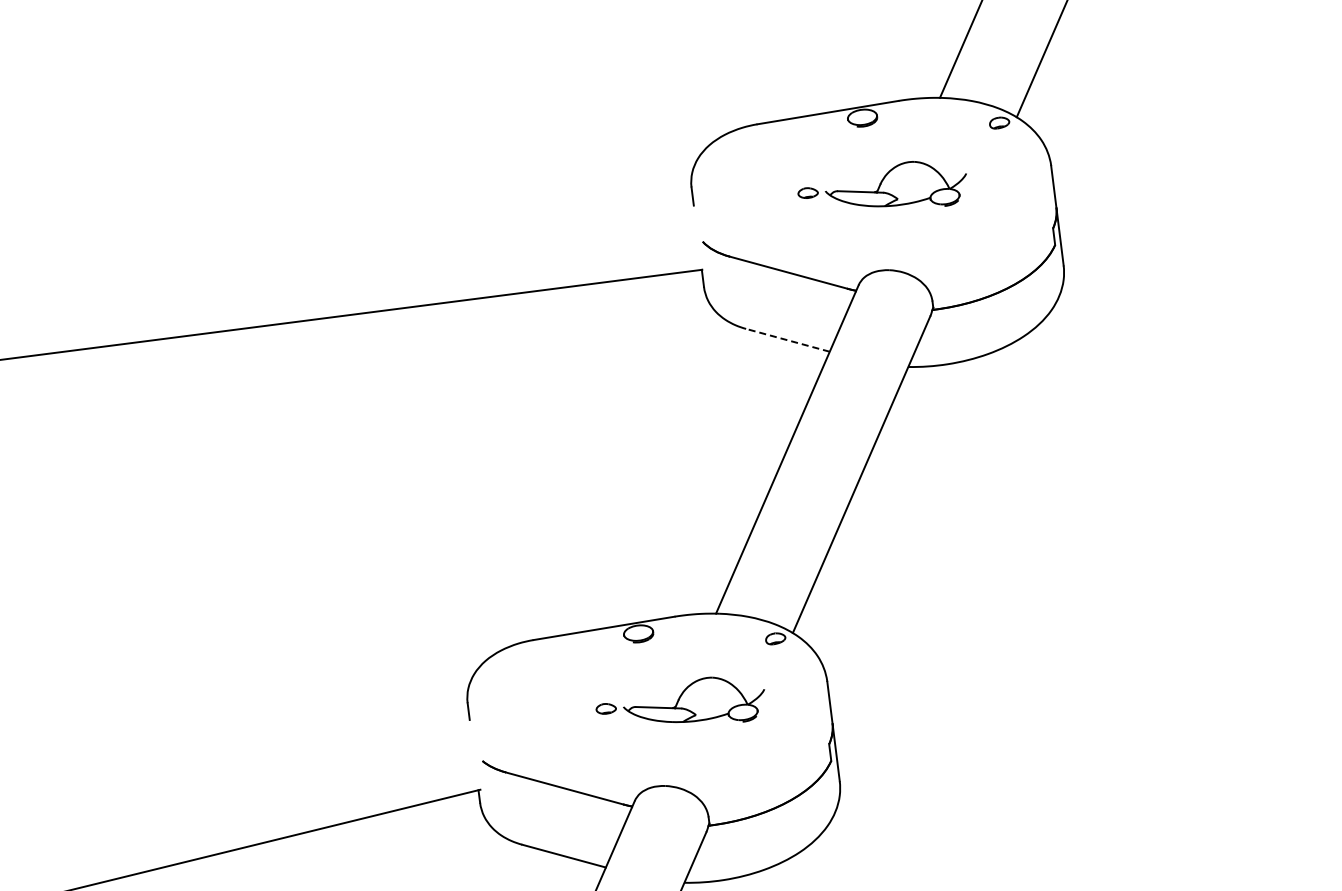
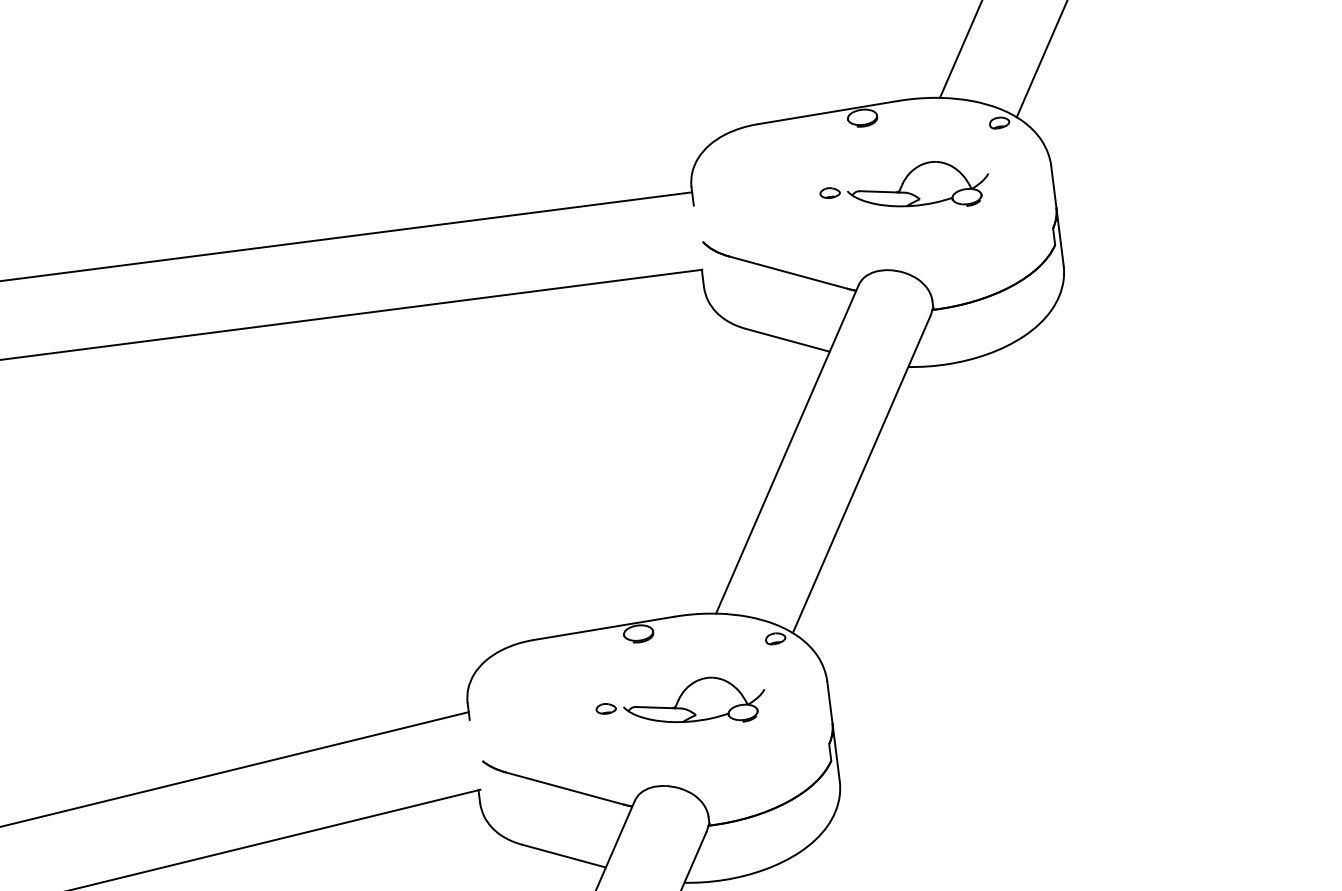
part at (881, 184) position: (881, 184) -> (903, 184)
line at (347, 236): none -> present
line at (787, 340): dashed -> solid
line at (235, 769): none -> present
